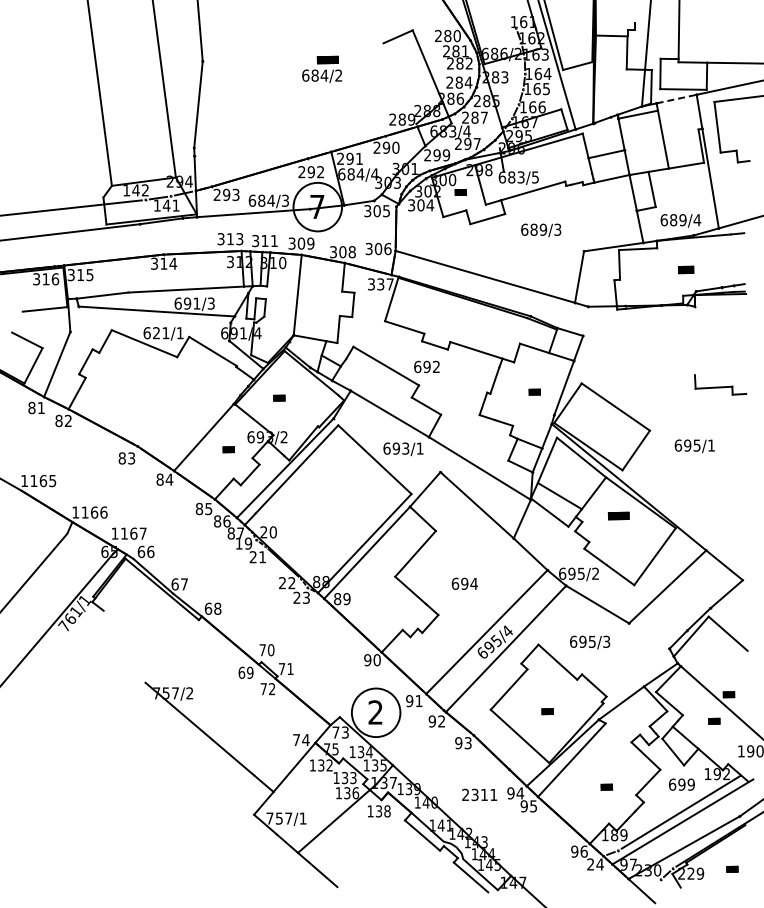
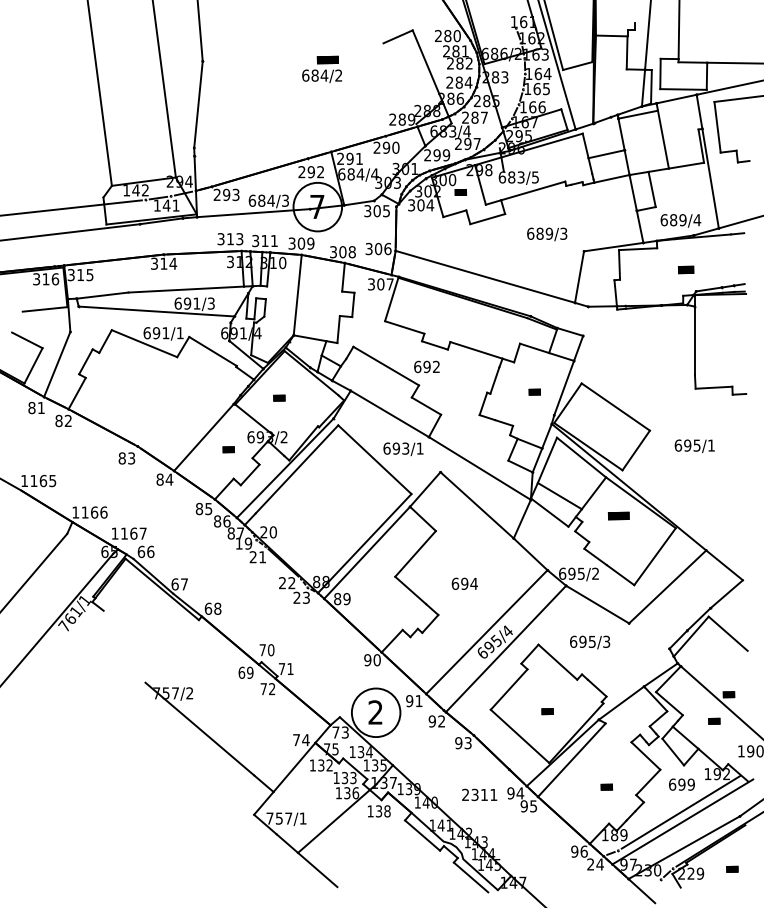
line at (677, 98): dashed -> solid
text at (541, 230) position: (541, 230) -> (547, 234)
text at (380, 284): 337 -> 307
text at (156, 333): 621/1 -> 691/1
line at (694, 340): none -> present
